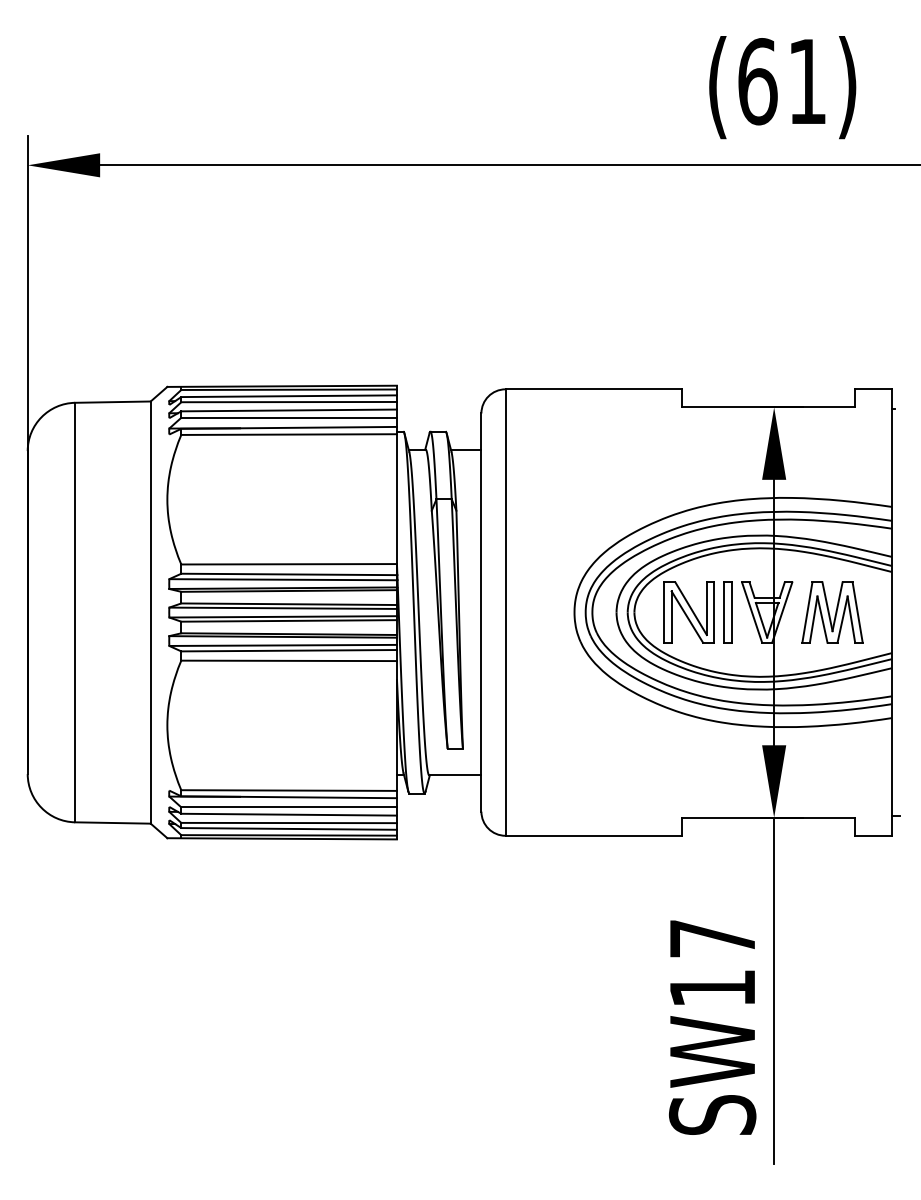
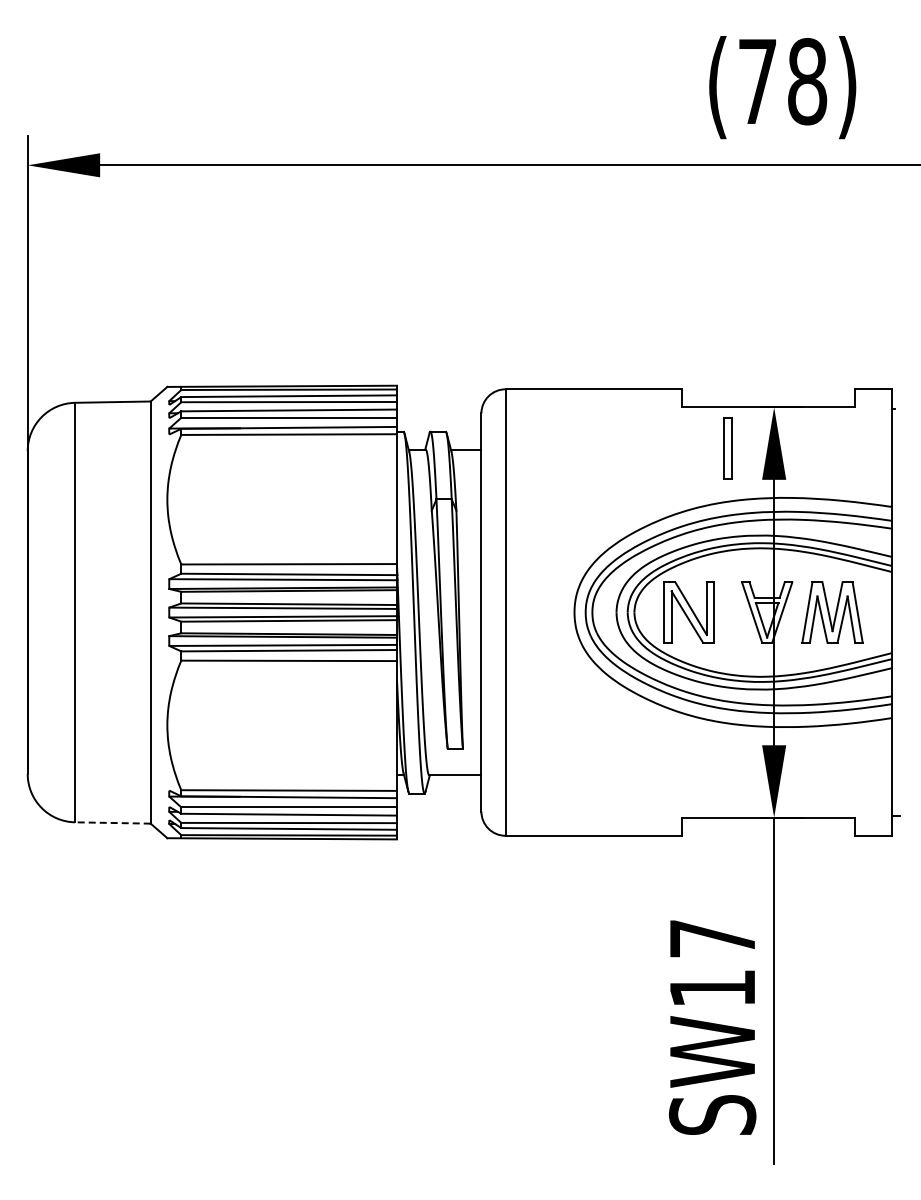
text at (782, 81): (61) -> (78)
part at (727, 612) position: (727, 612) -> (727, 448)
line at (112, 822): solid -> dashed
